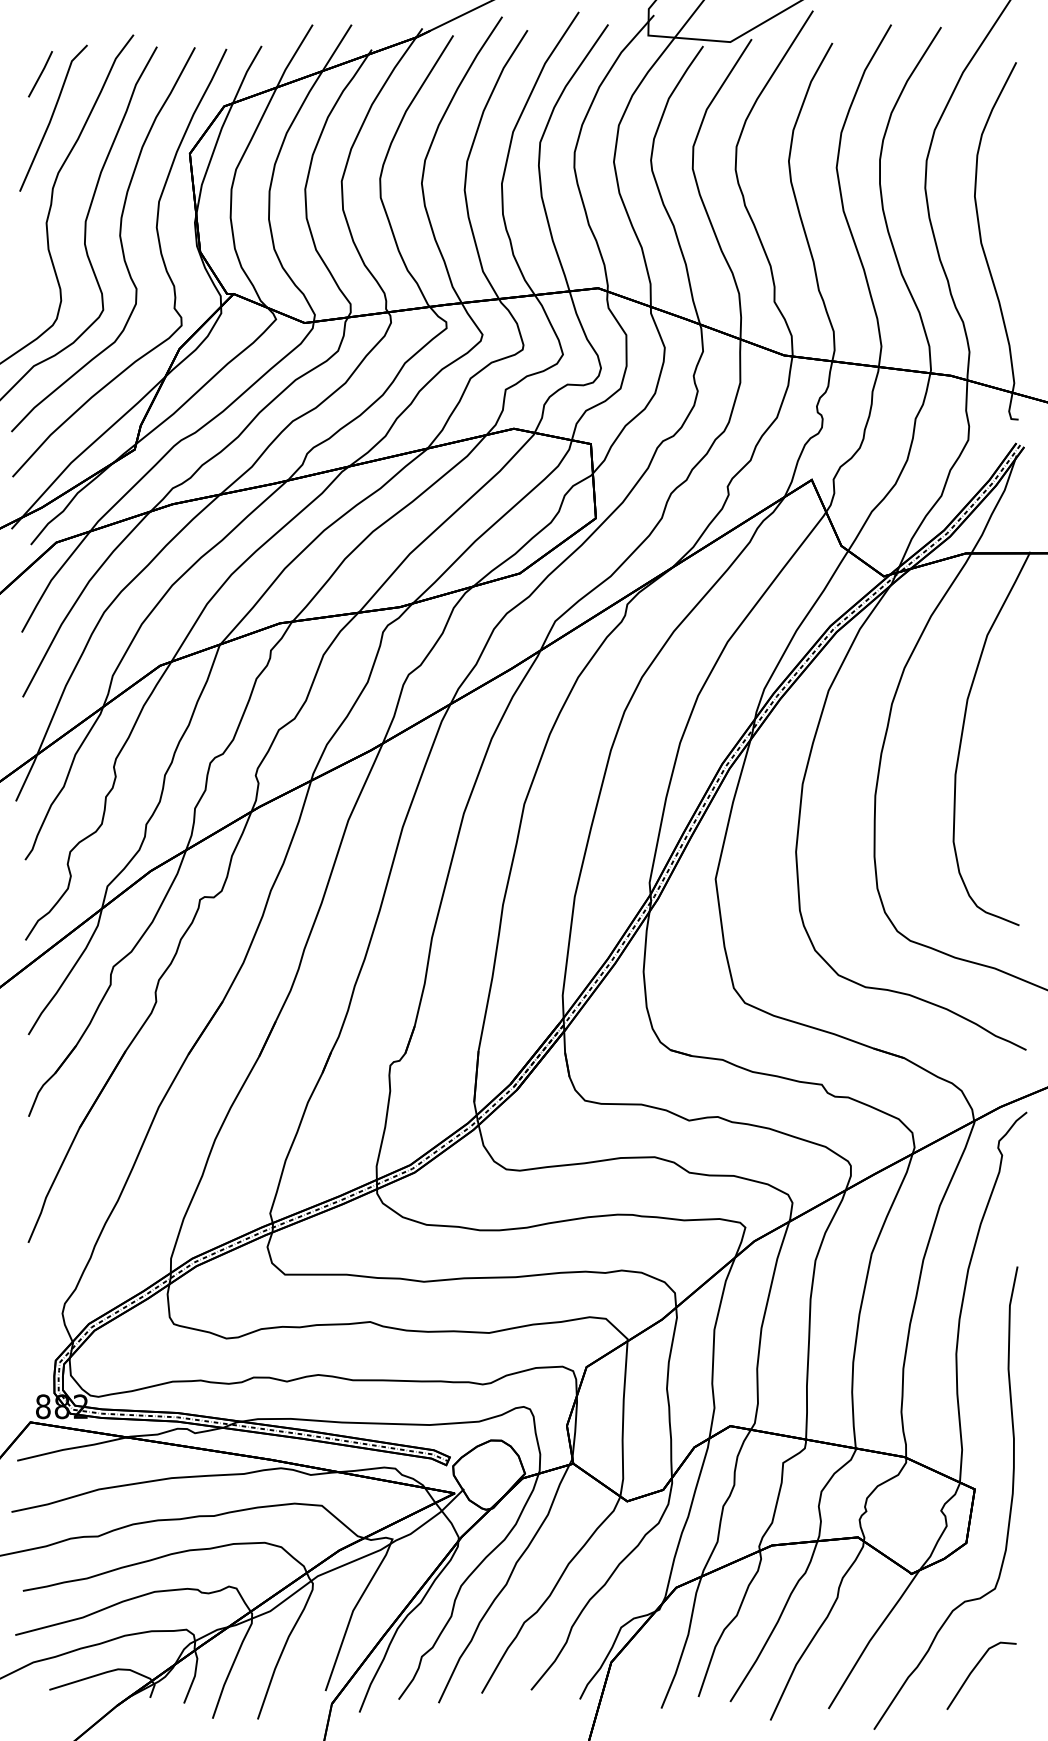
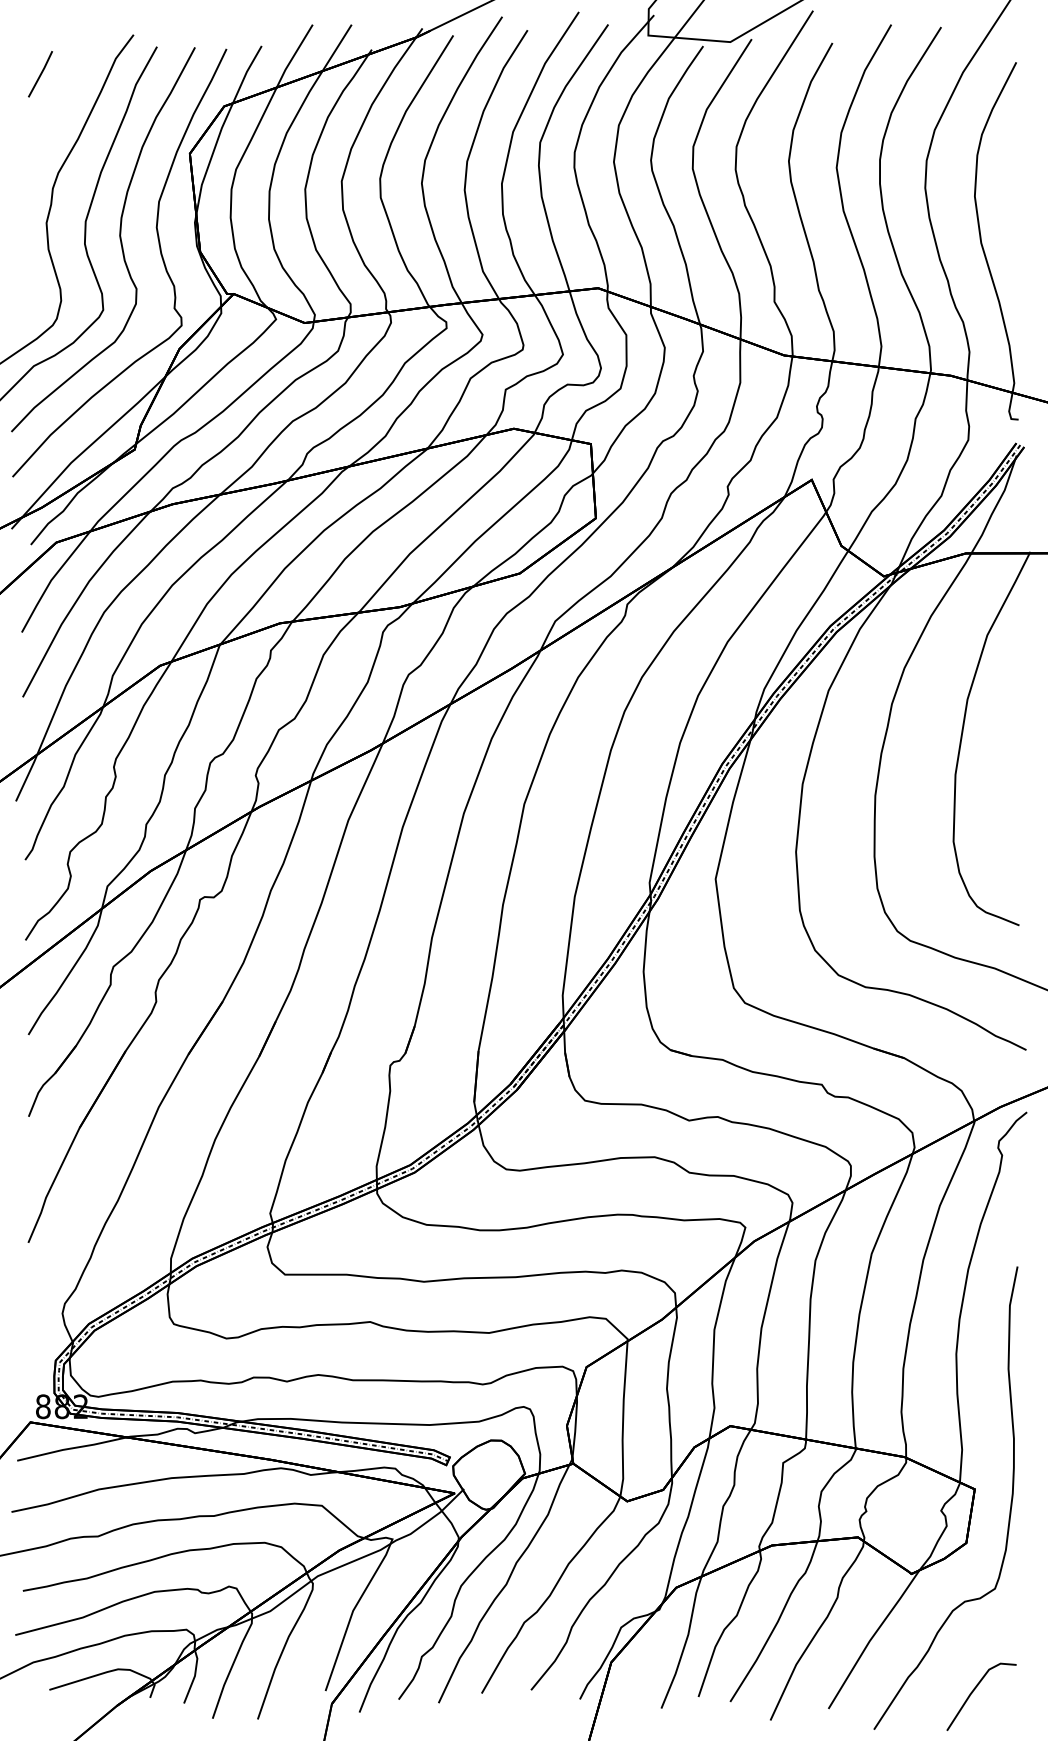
line at (52, 117): present -> none
line at (973, 1671) position: (973, 1671) -> (973, 1692)
